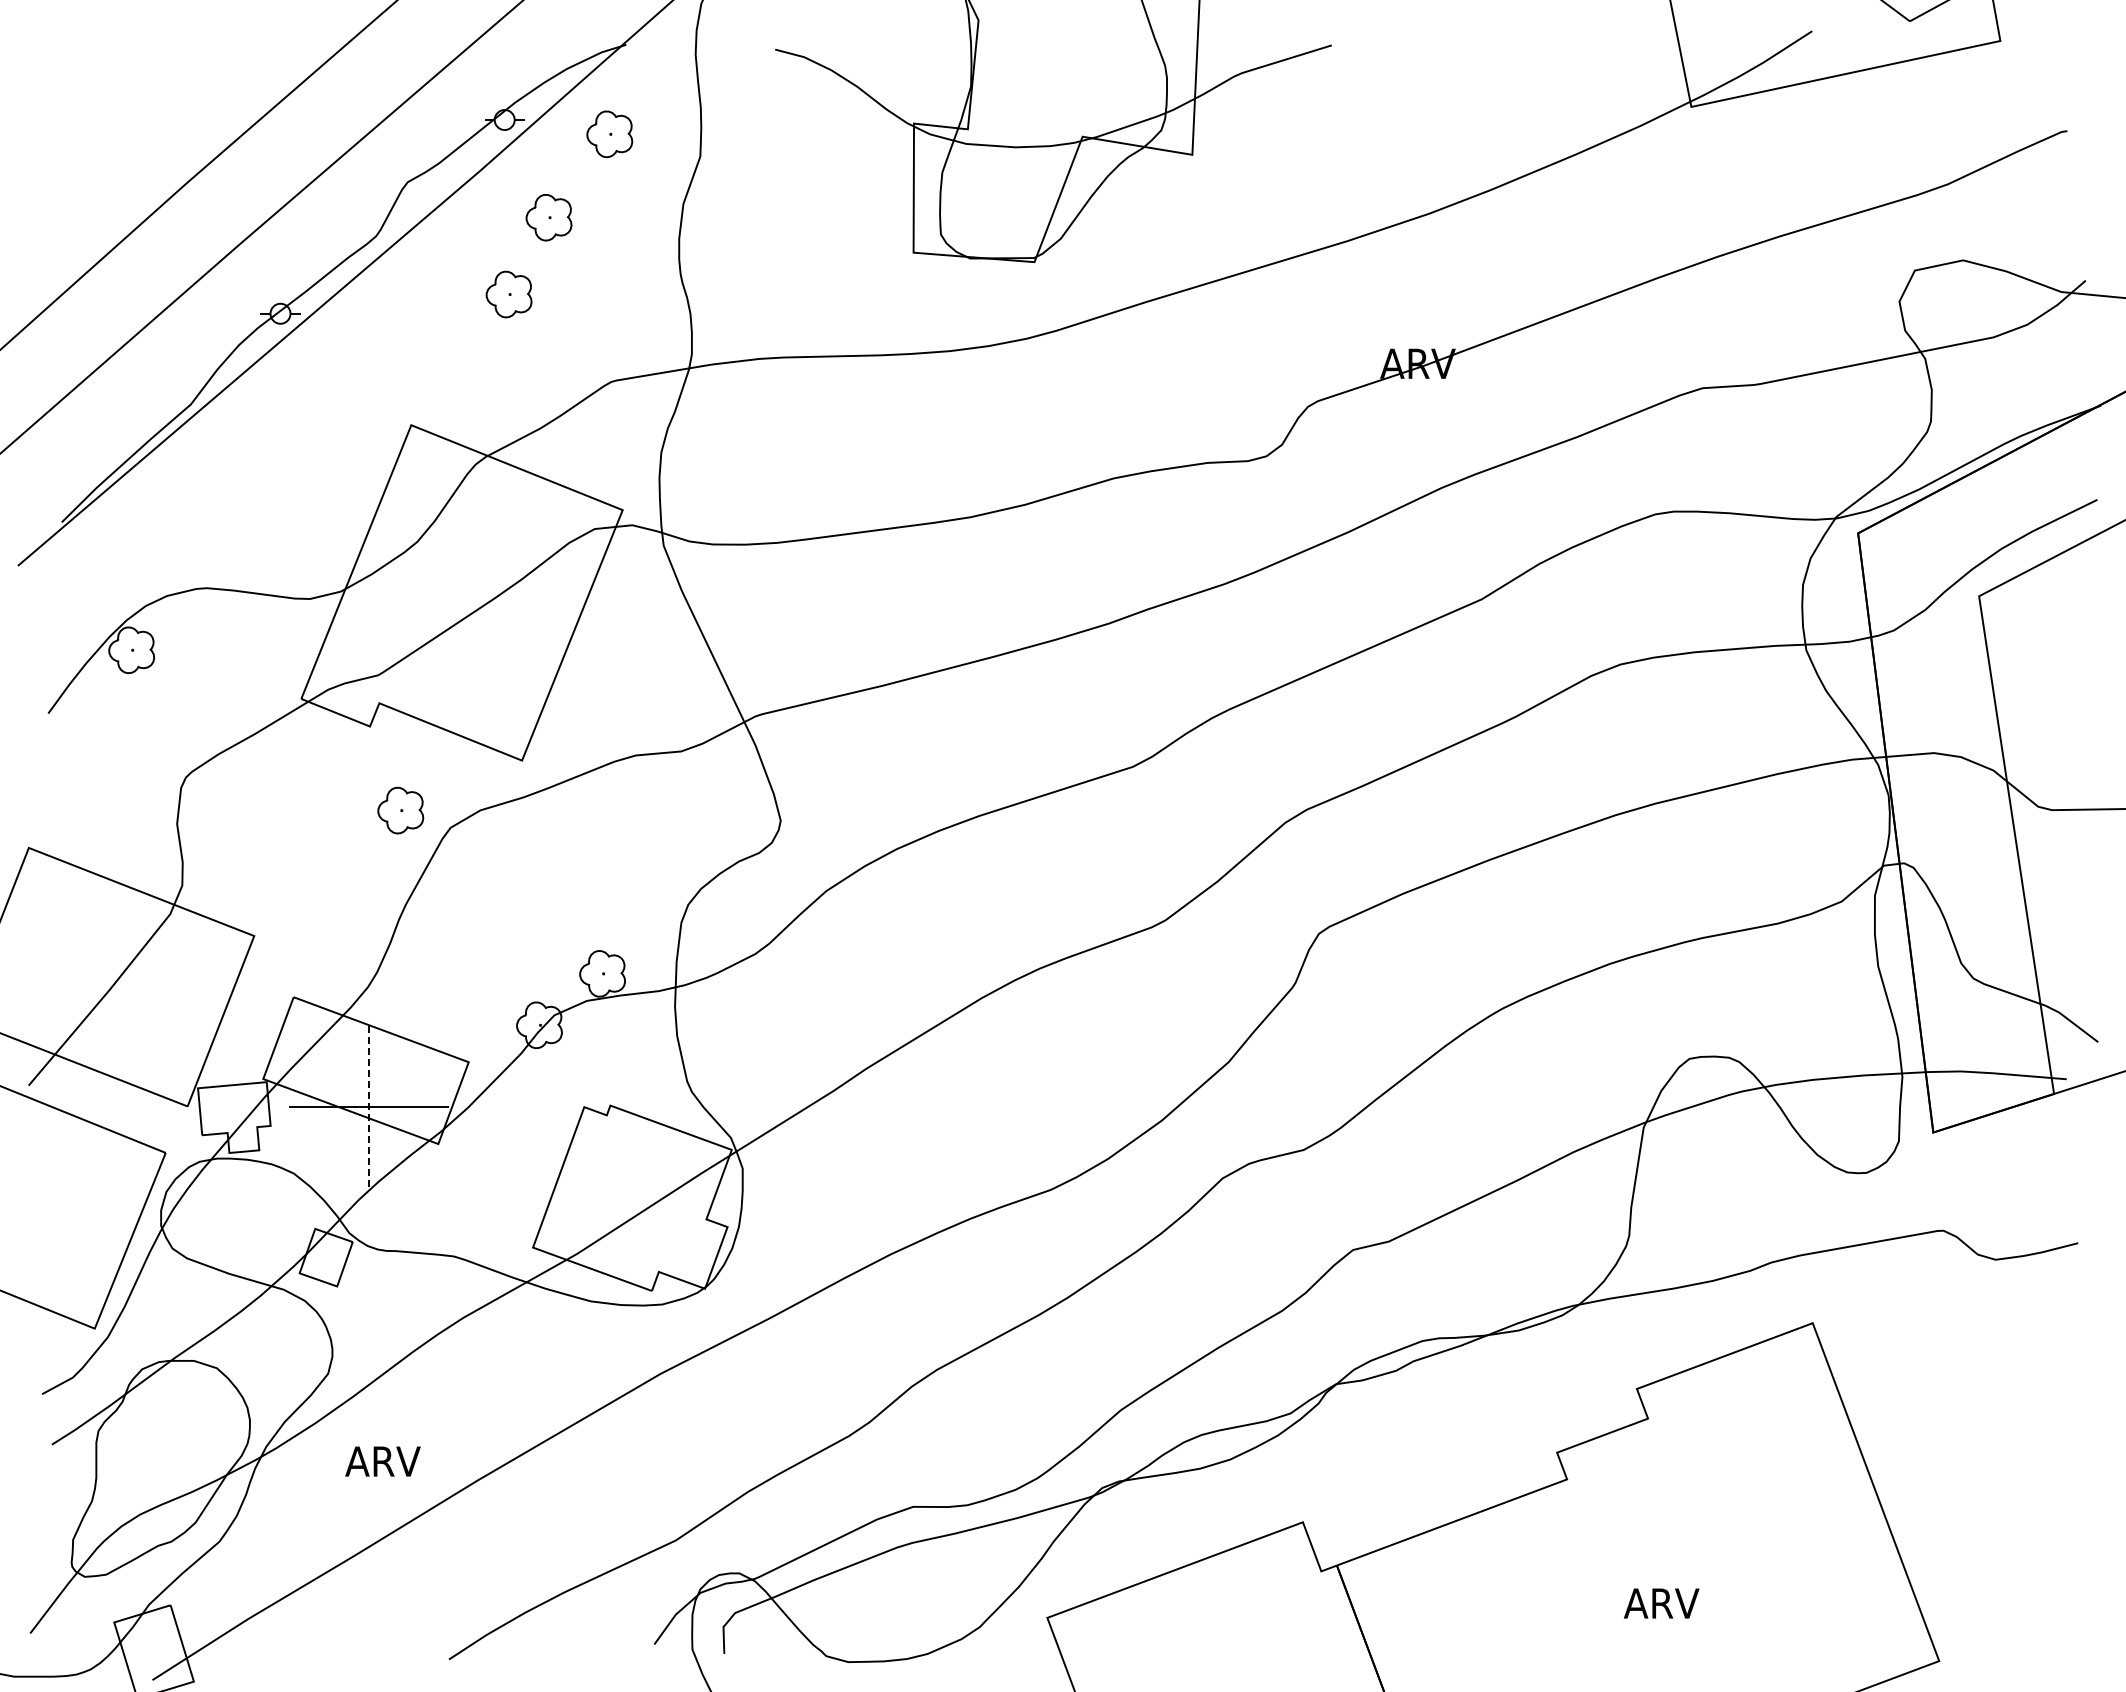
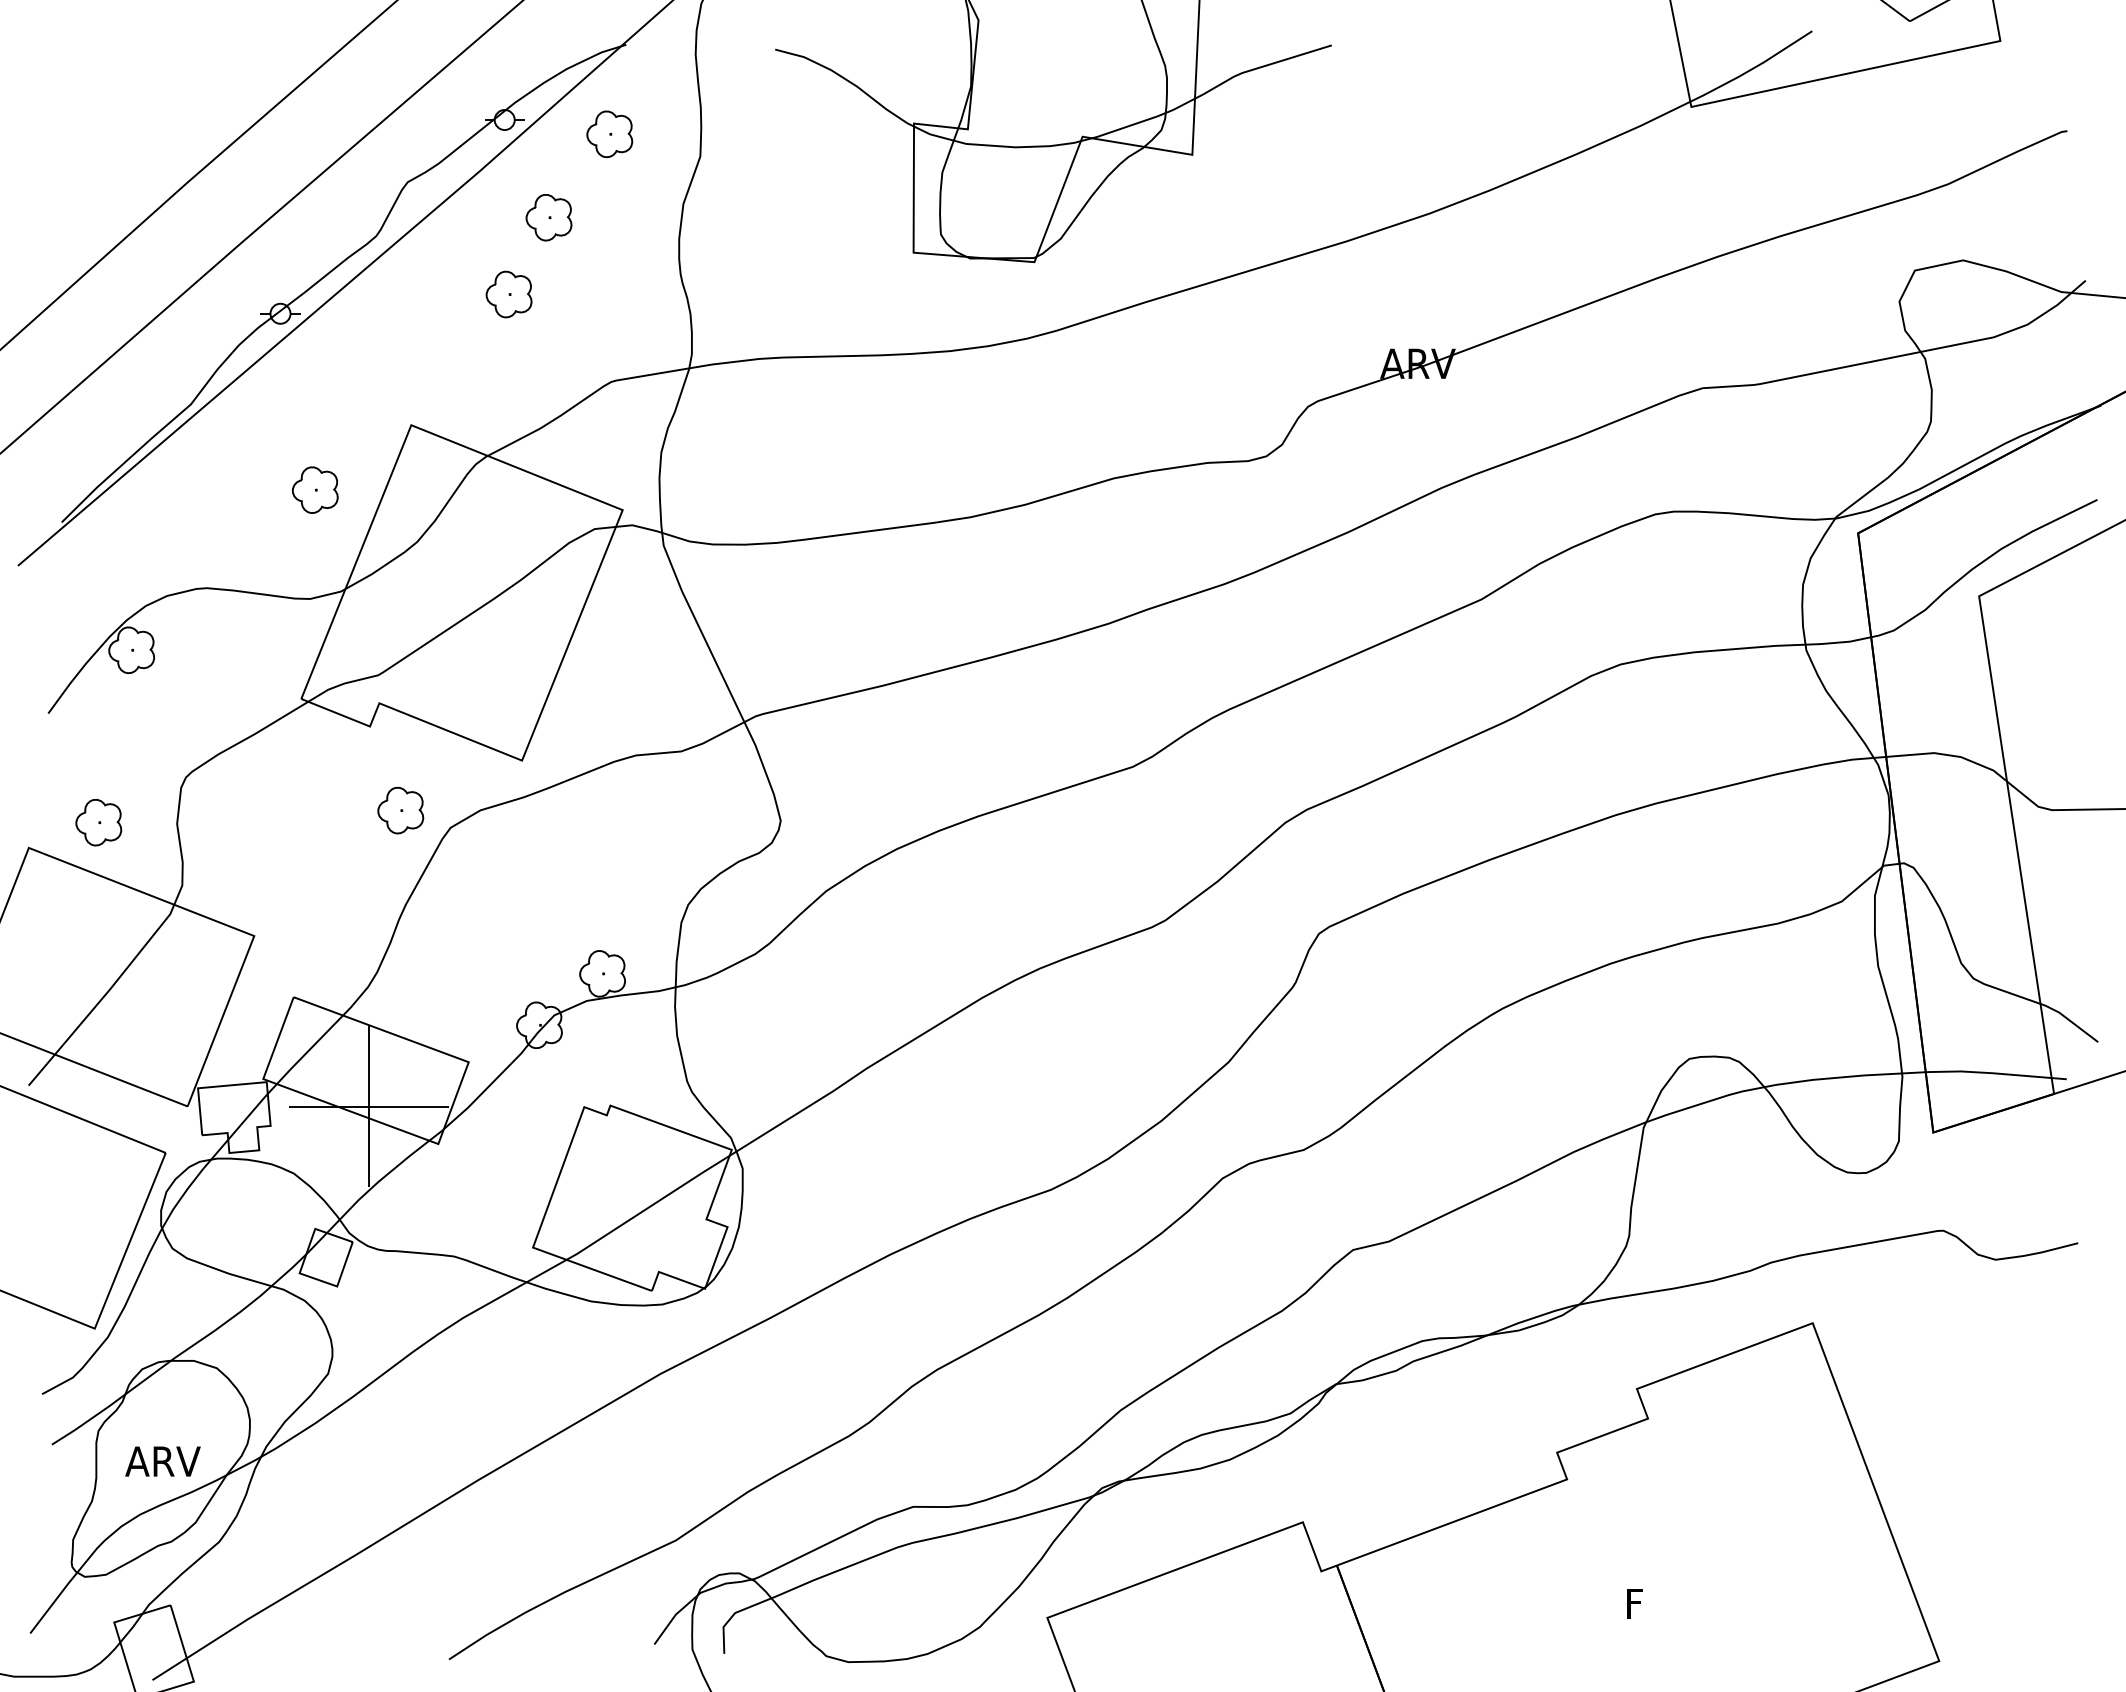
part at (315, 489): none -> present
part at (98, 822): none -> present
line at (369, 1107): dashed -> solid
text at (382, 1461) position: (382, 1461) -> (162, 1461)
text at (1661, 1603): ARV -> F
